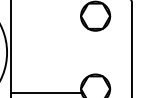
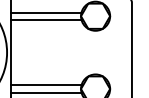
line at (46, 12): none -> present
line at (46, 19): none -> present
line at (46, 85): none -> present
